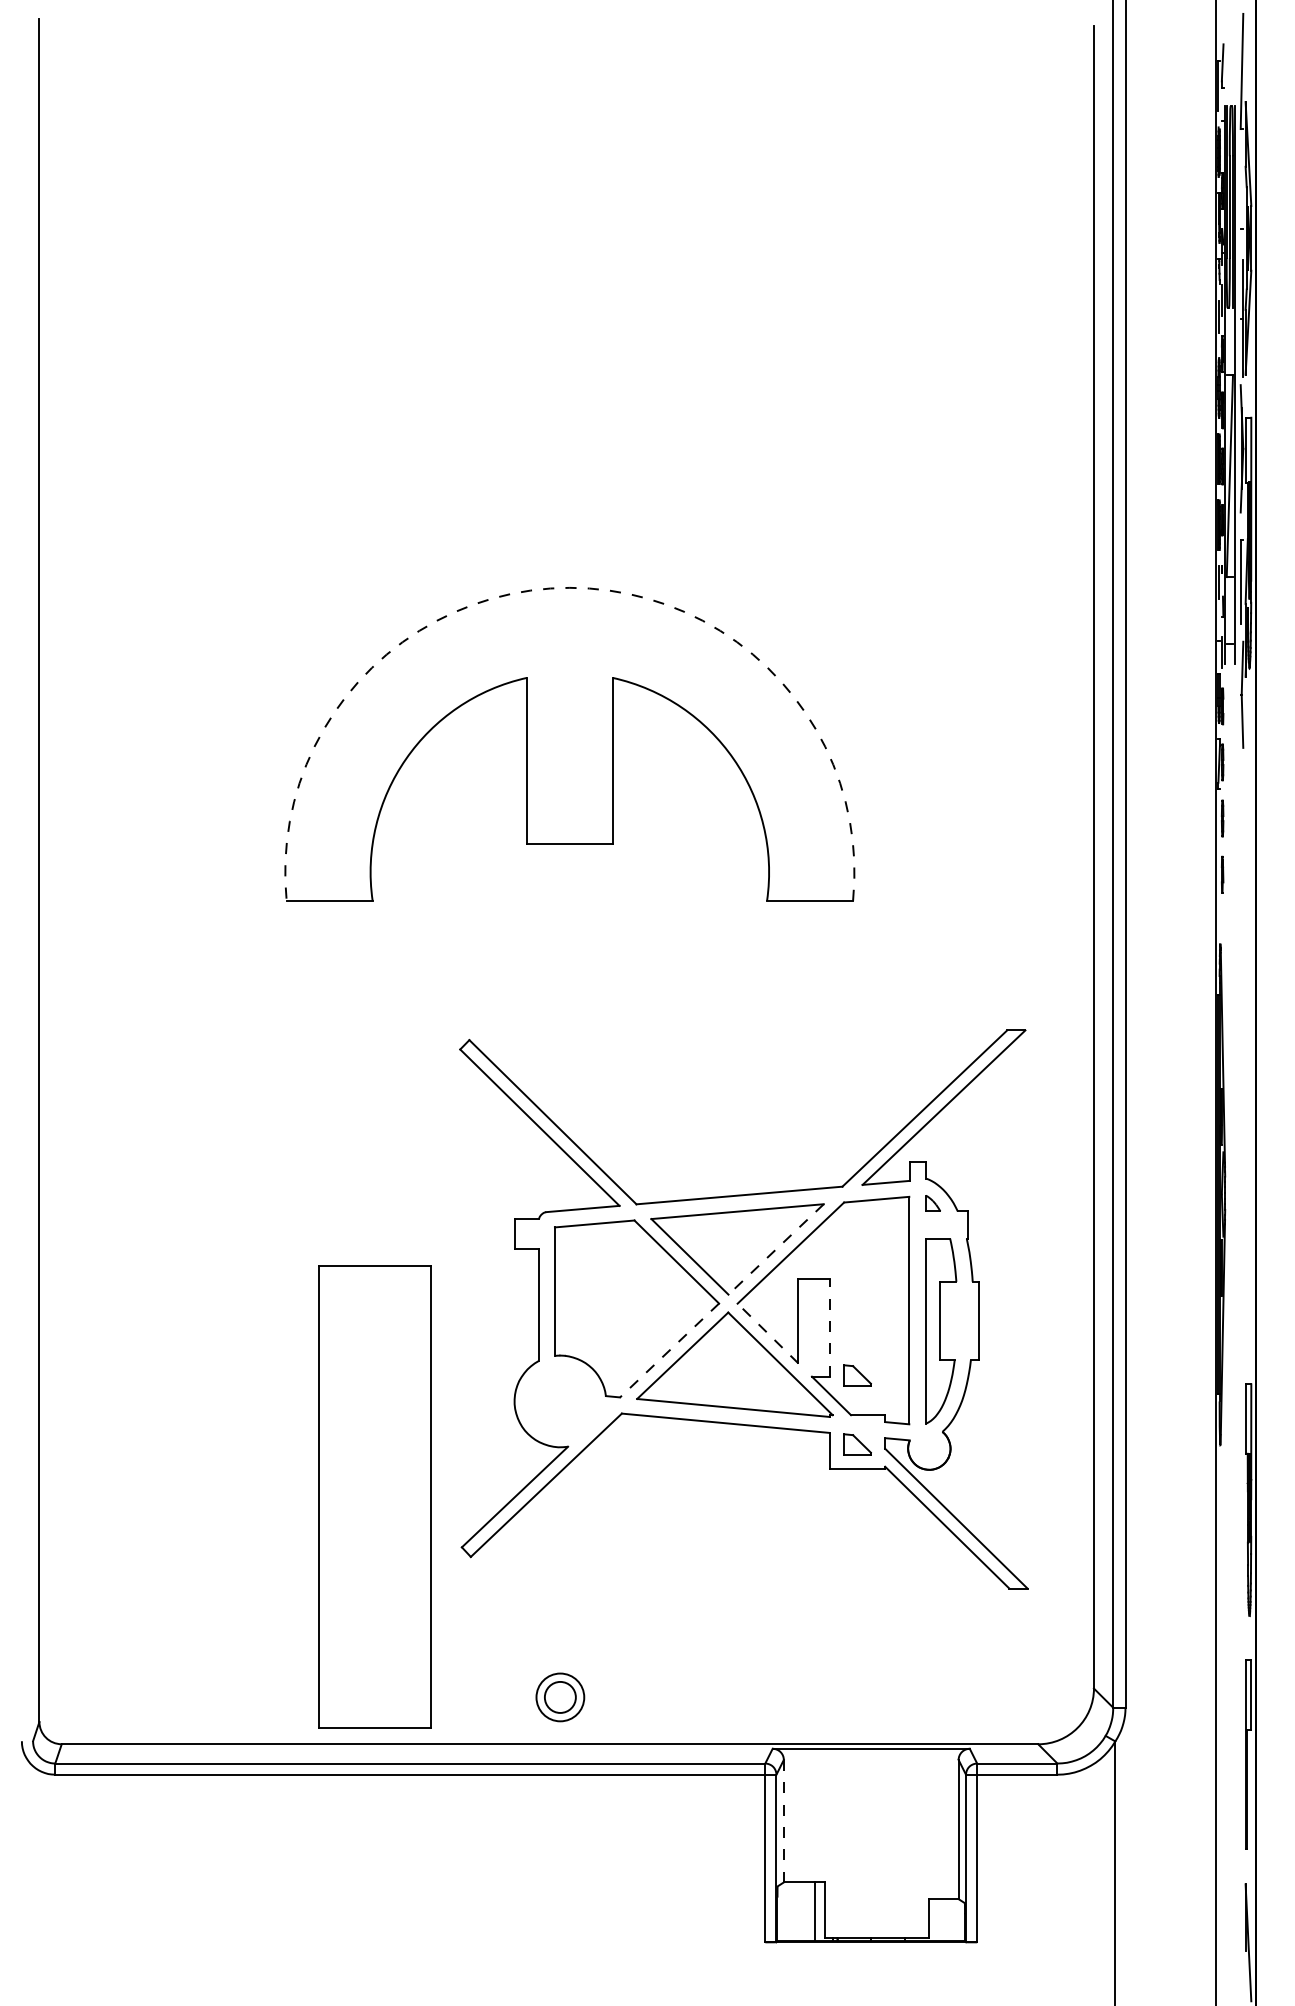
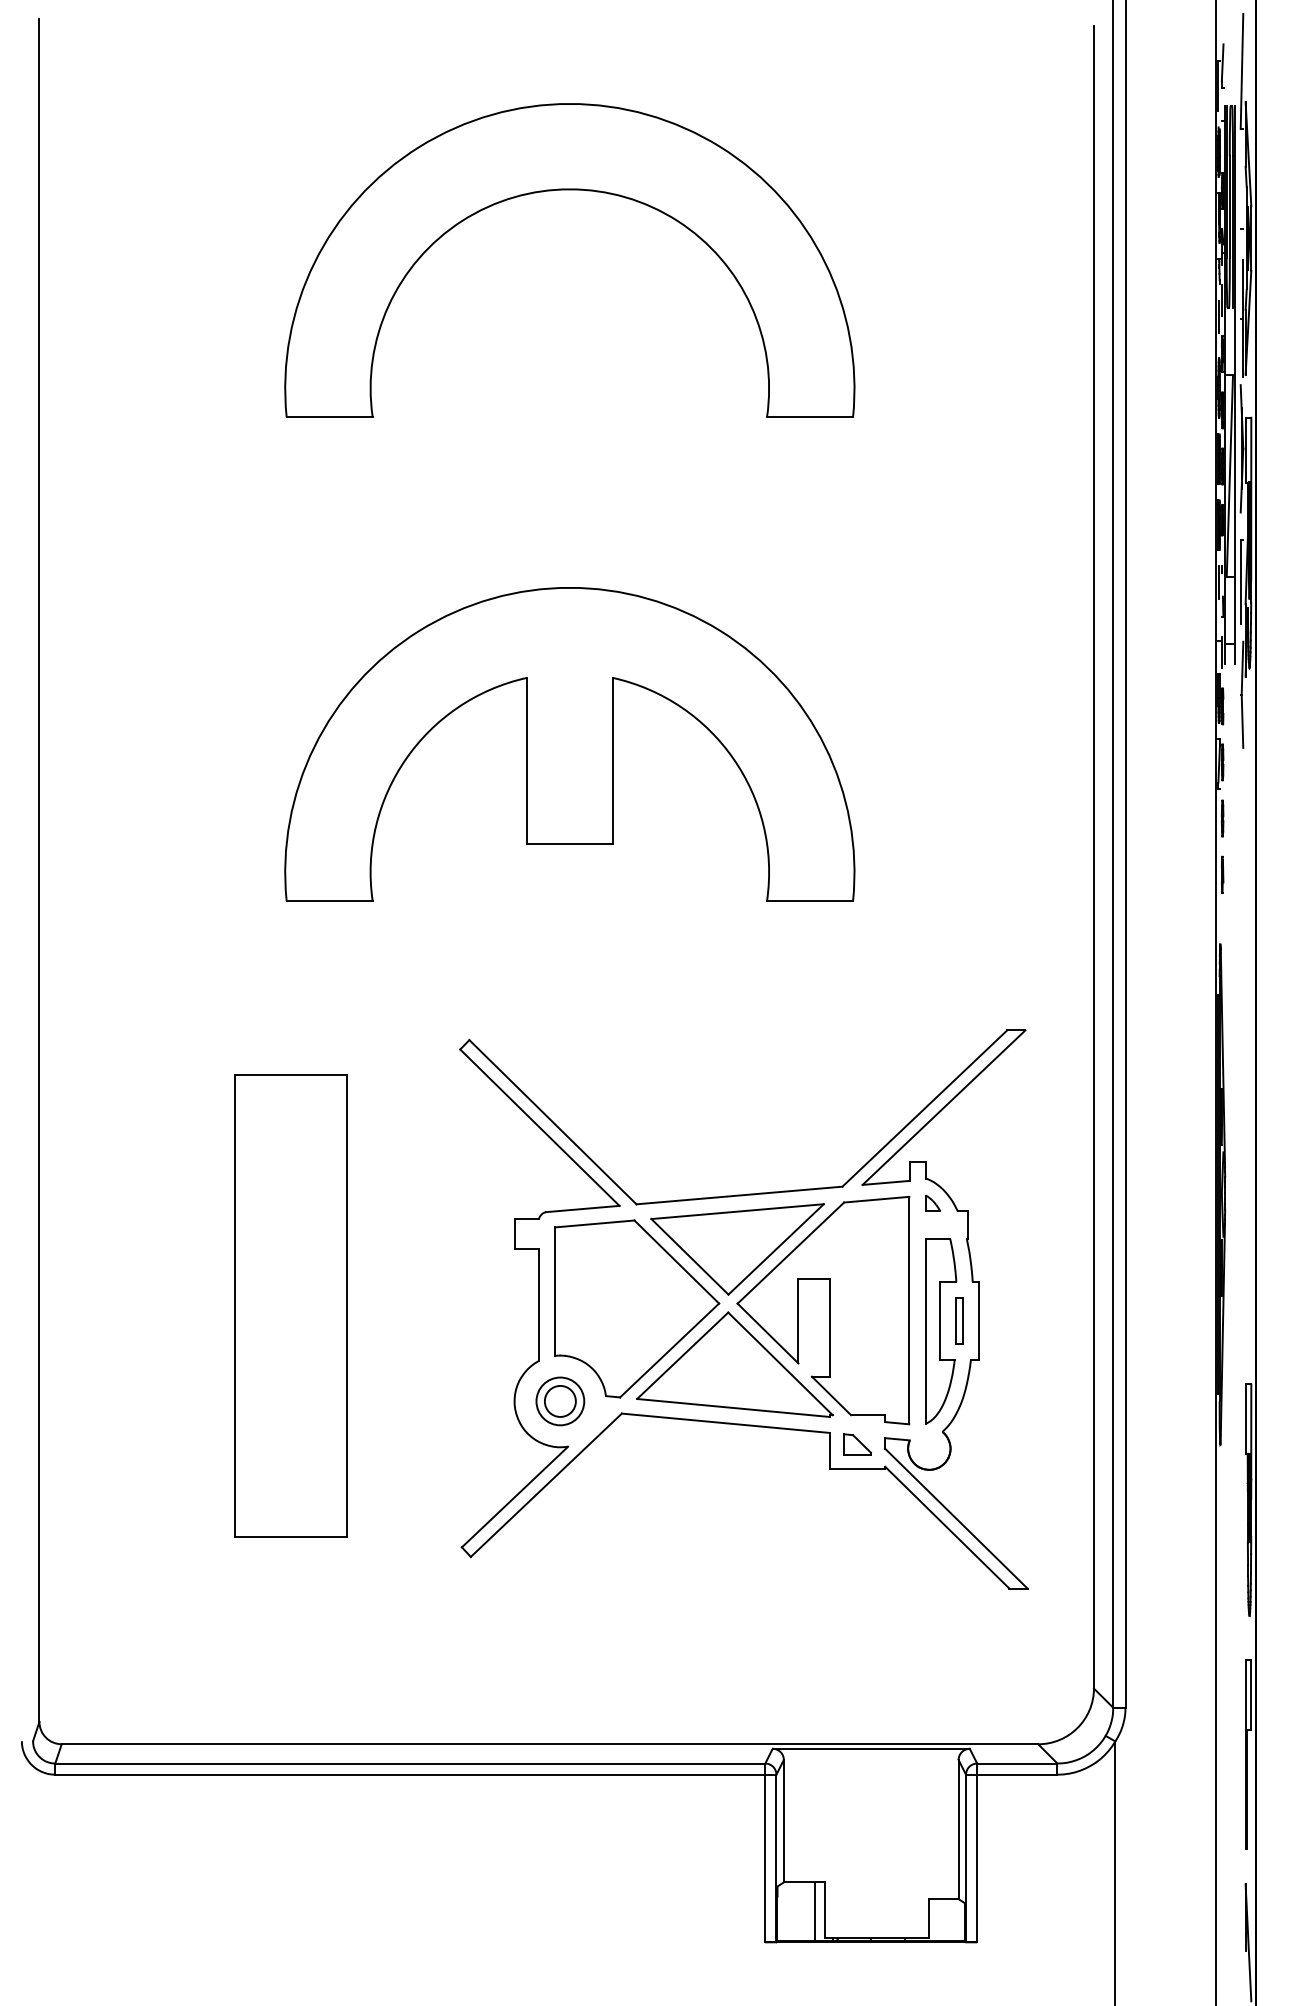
part at (569, 190): none -> present
arc at (569, 587): dashed -> solid
line at (776, 1249): dashed -> solid
part at (959, 1320): none -> present
line at (830, 1327): dashed -> solid
line at (768, 1333): dashed -> solid
line at (669, 1350): dashed -> solid
part at (857, 1375): present -> none
part at (374, 1496) position: (374, 1496) -> (290, 1305)
part at (560, 1697) position: (560, 1697) -> (560, 1401)
line at (783, 1821): dashed -> solid
